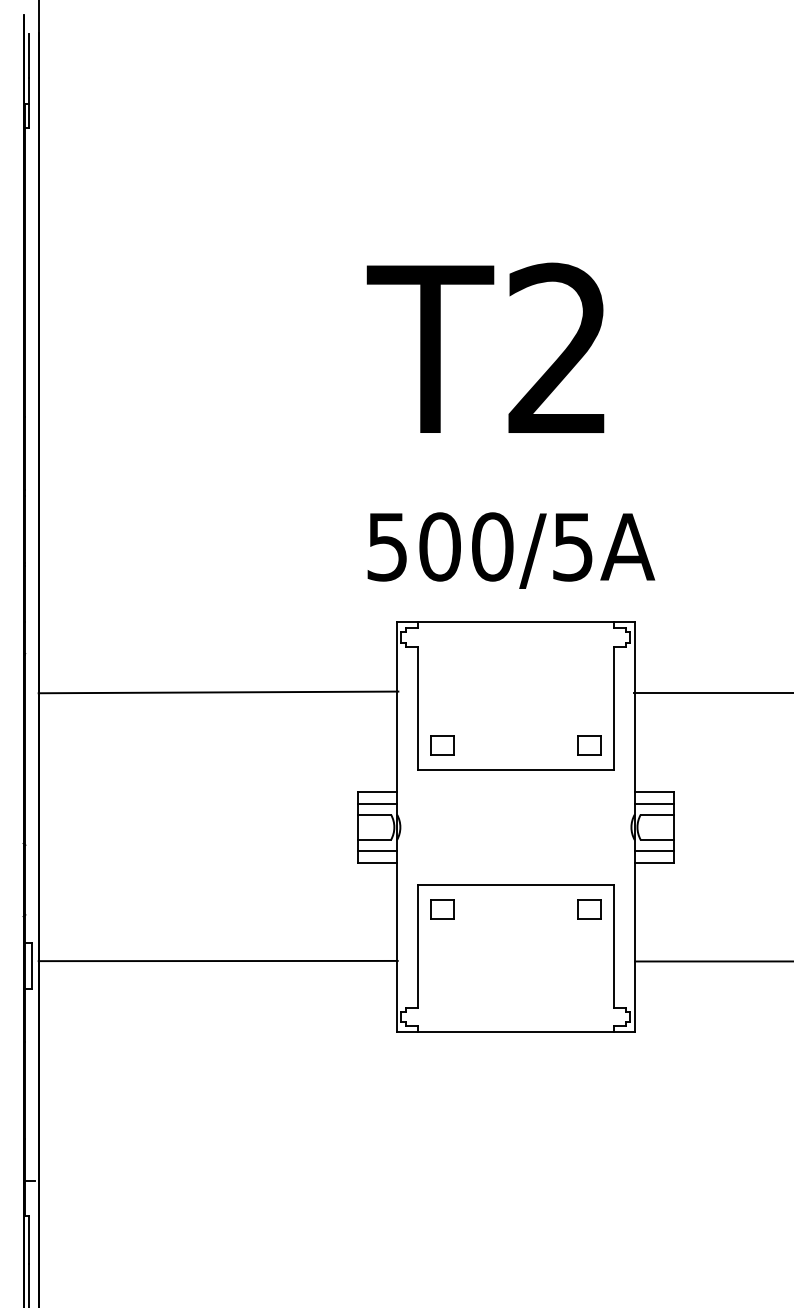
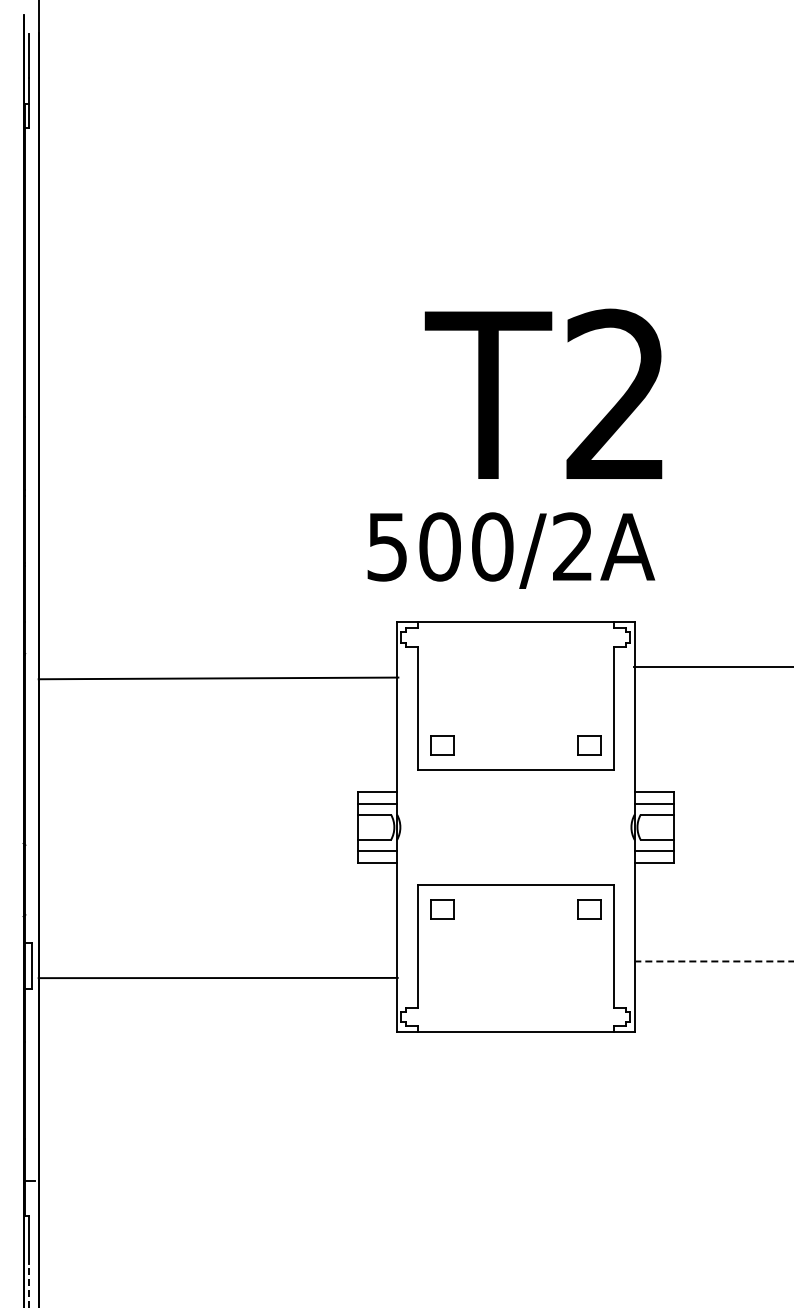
text at (485, 347) position: (485, 347) -> (543, 393)
text at (572, 546): 500/5A -> 500/2A
line at (218, 692) position: (218, 692) -> (218, 678)
line at (712, 693) position: (712, 693) -> (712, 667)
line at (217, 960) position: (217, 960) -> (217, 977)
line at (714, 961): solid -> dashed
line at (28, 1285): solid -> dashed
